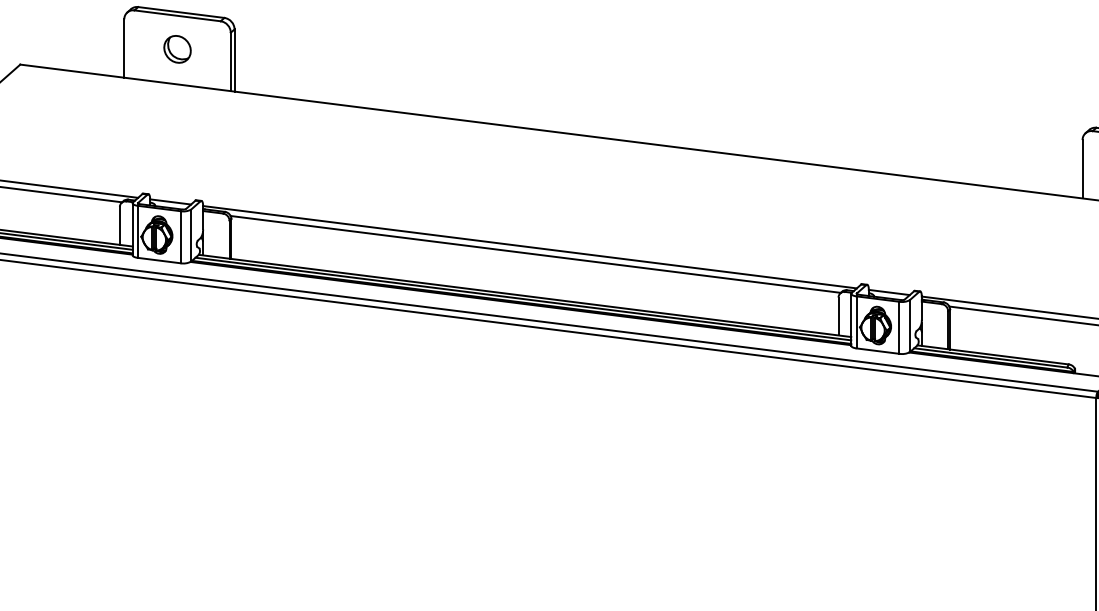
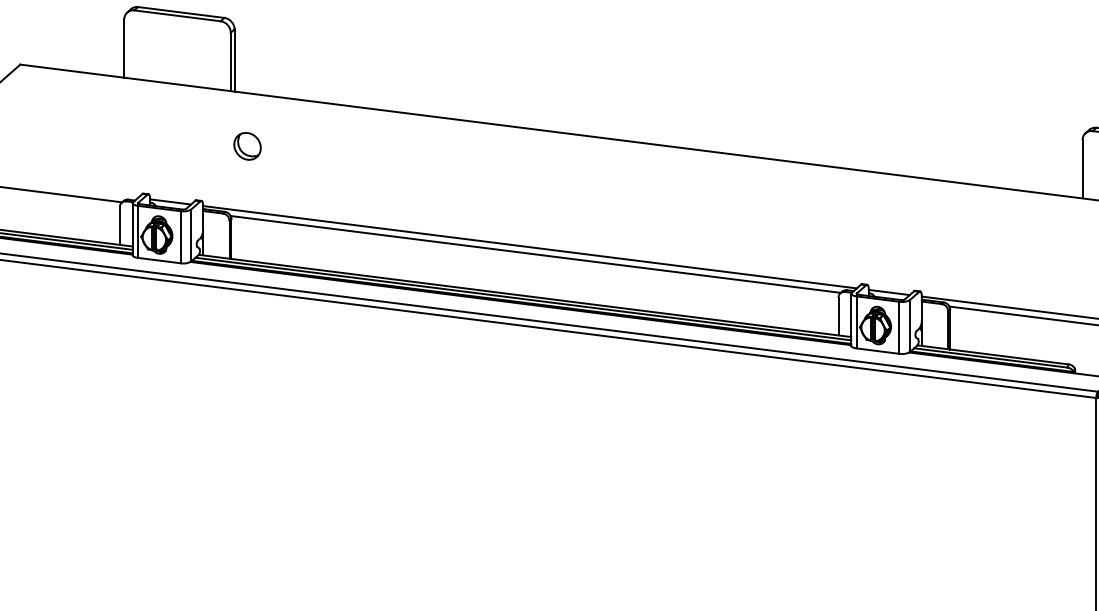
part at (177, 49) position: (177, 49) -> (247, 146)
line at (70, 188): present -> none
